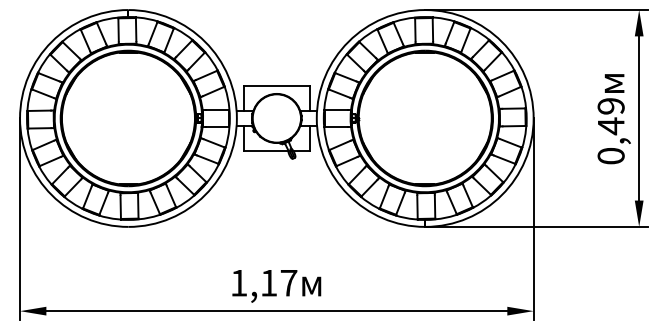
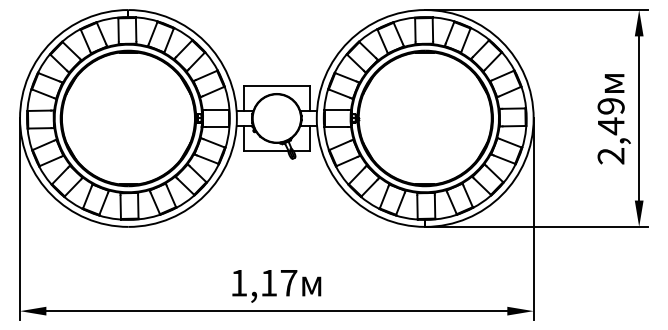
text at (610, 156): 0,49 -> 2,49
